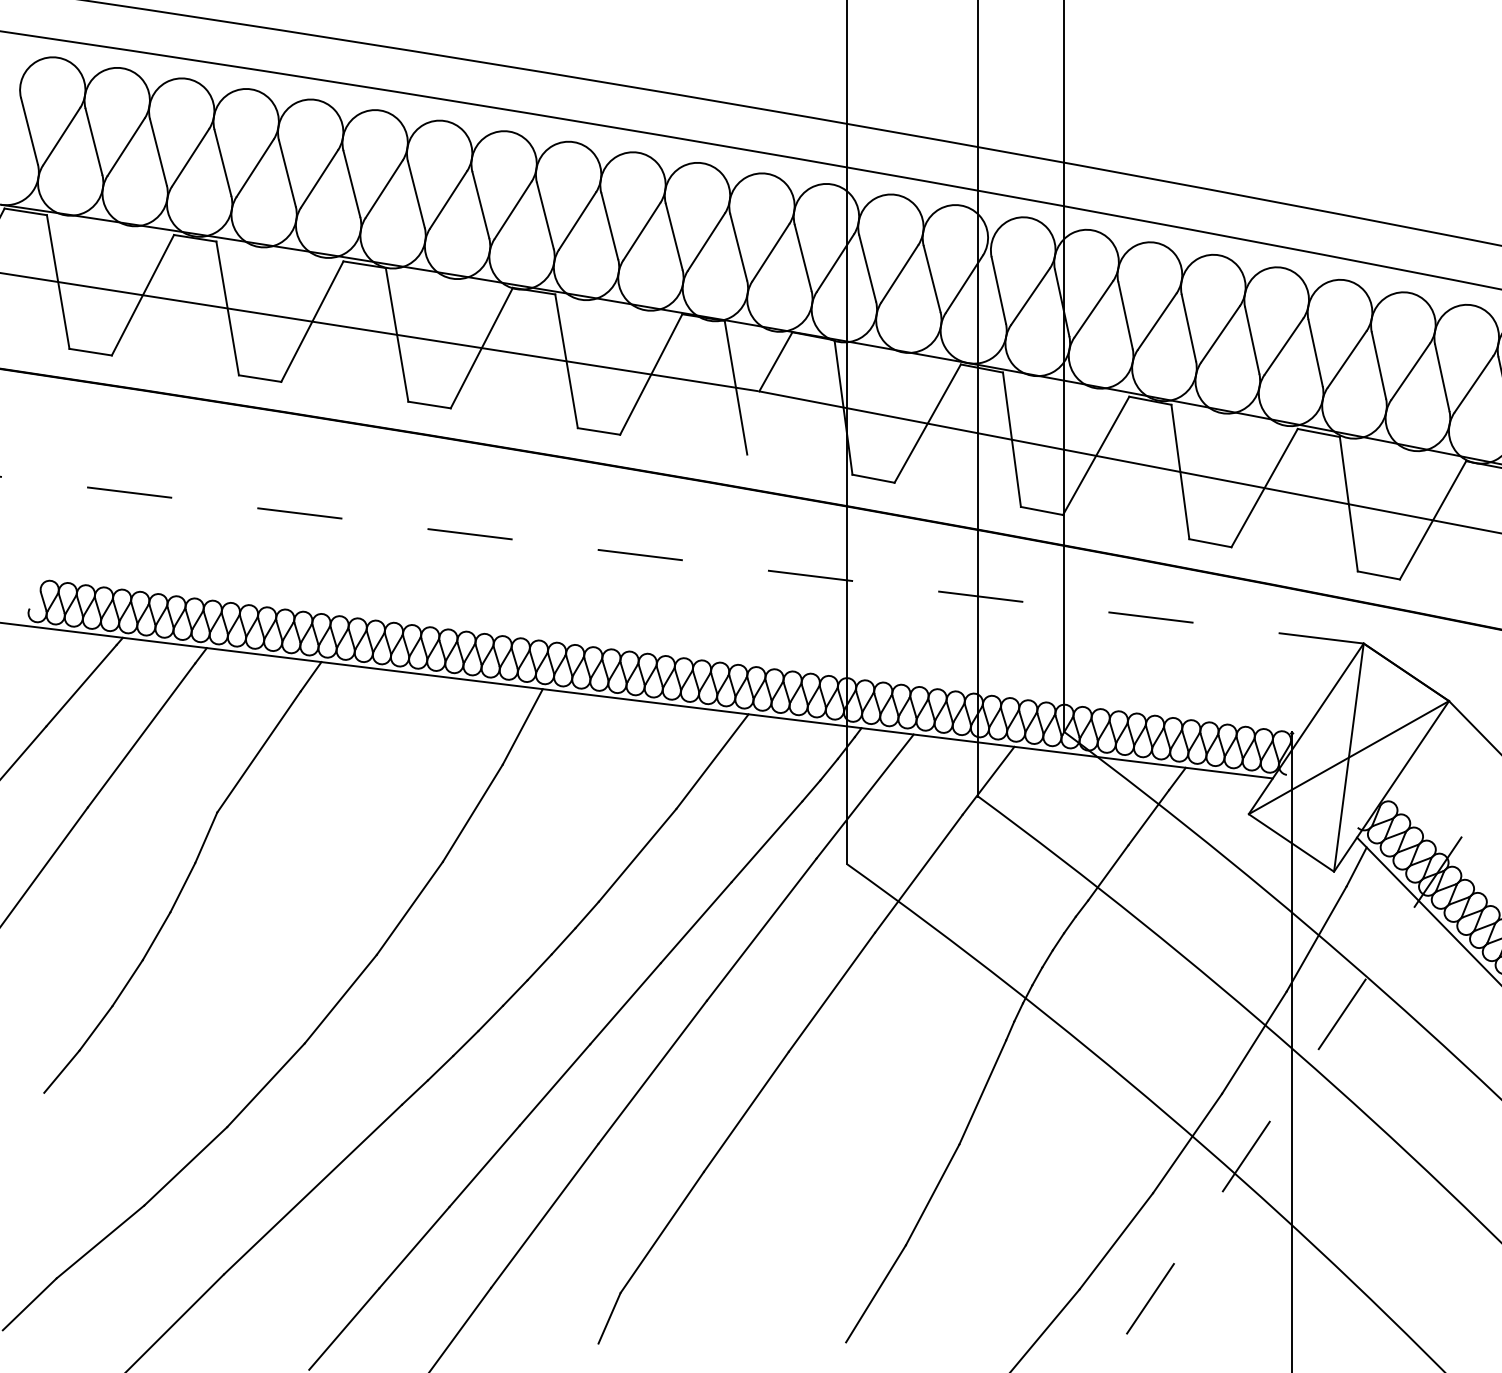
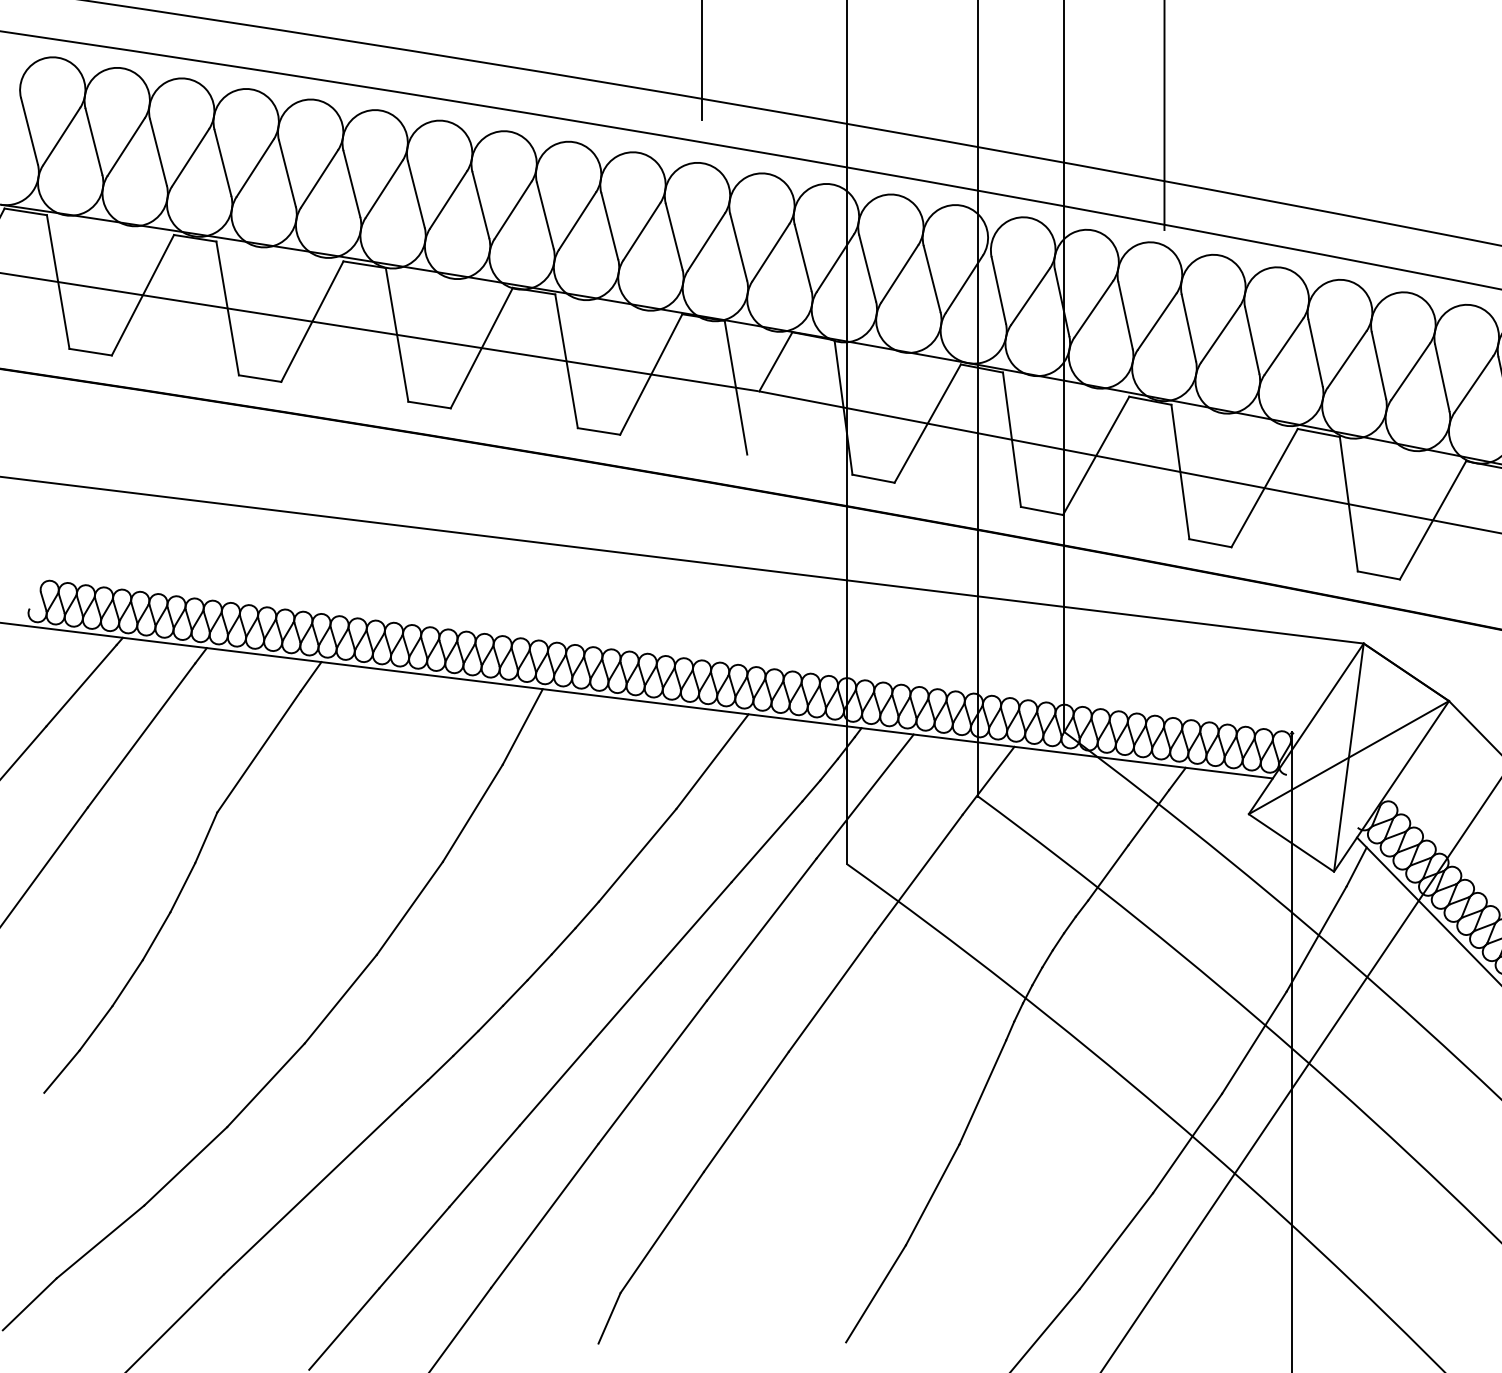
line at (701, 60): none -> present
line at (1164, 116): none -> present
line at (681, 560): dashed -> solid
line at (1301, 1074): dashed -> solid
